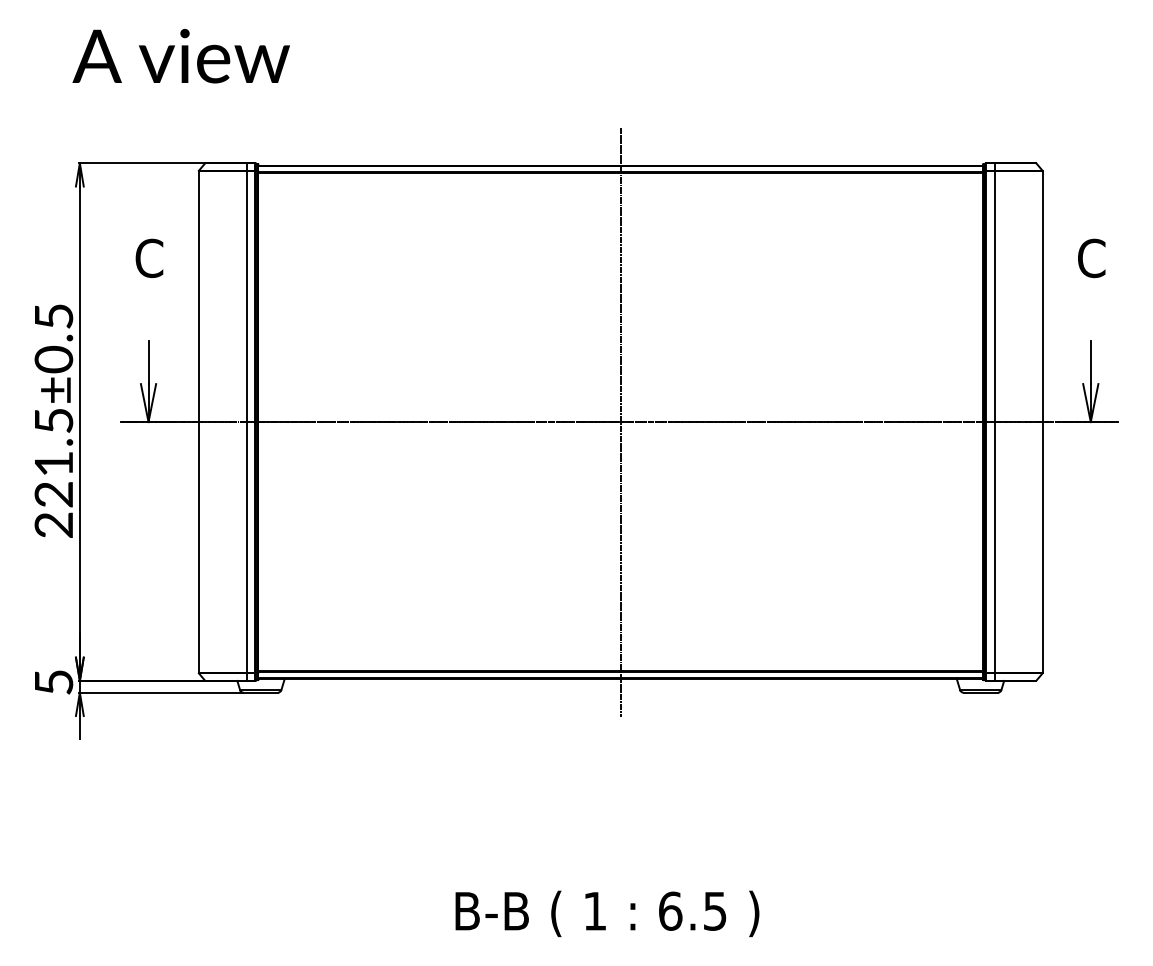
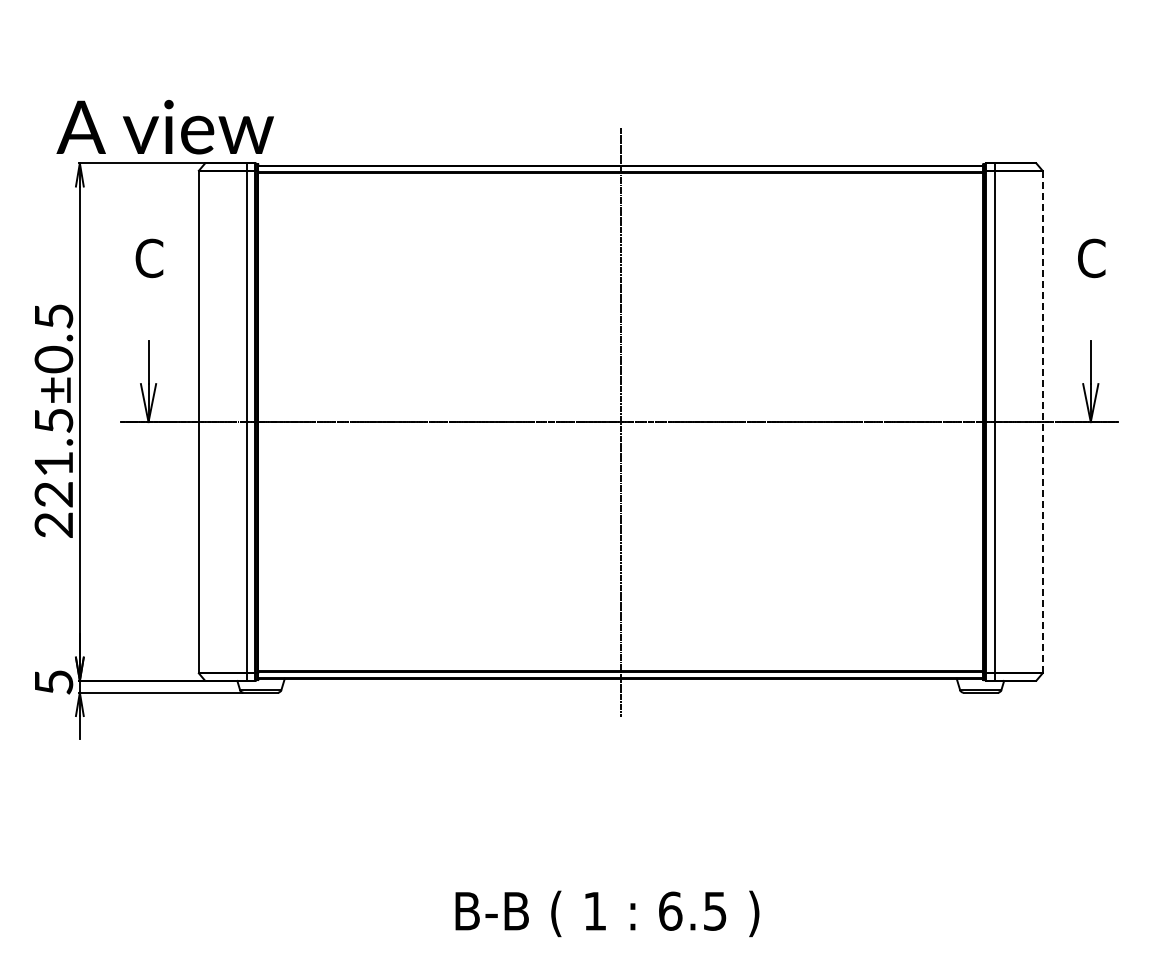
text at (180, 56) position: (180, 56) -> (164, 127)
line at (1042, 422): solid -> dashed
